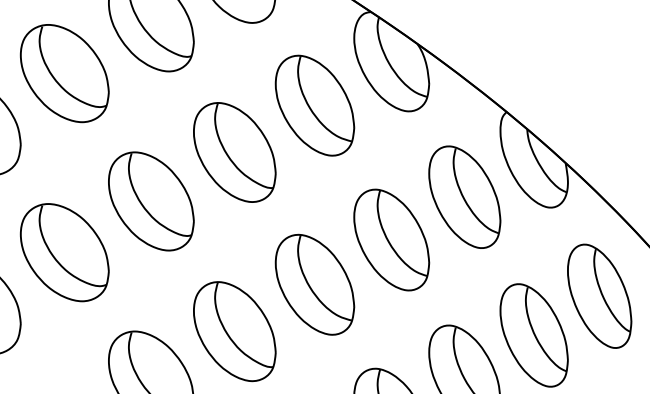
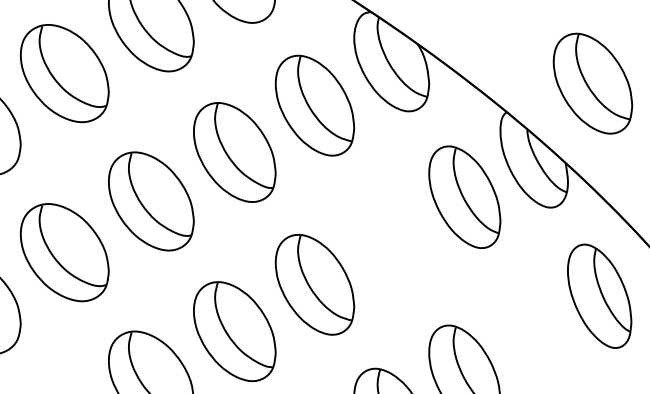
part at (592, 83): none -> present
part at (391, 239): present -> none
part at (533, 335): present -> none
